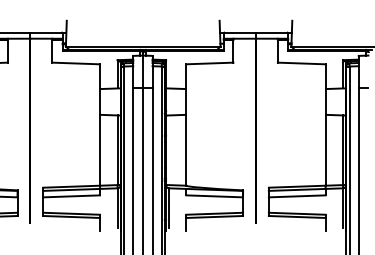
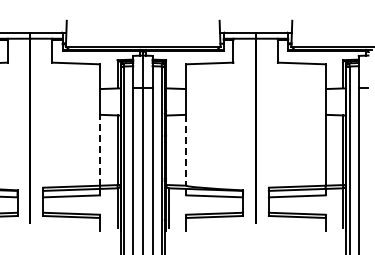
line at (100, 149): solid -> dashed
line at (186, 150): solid -> dashed
